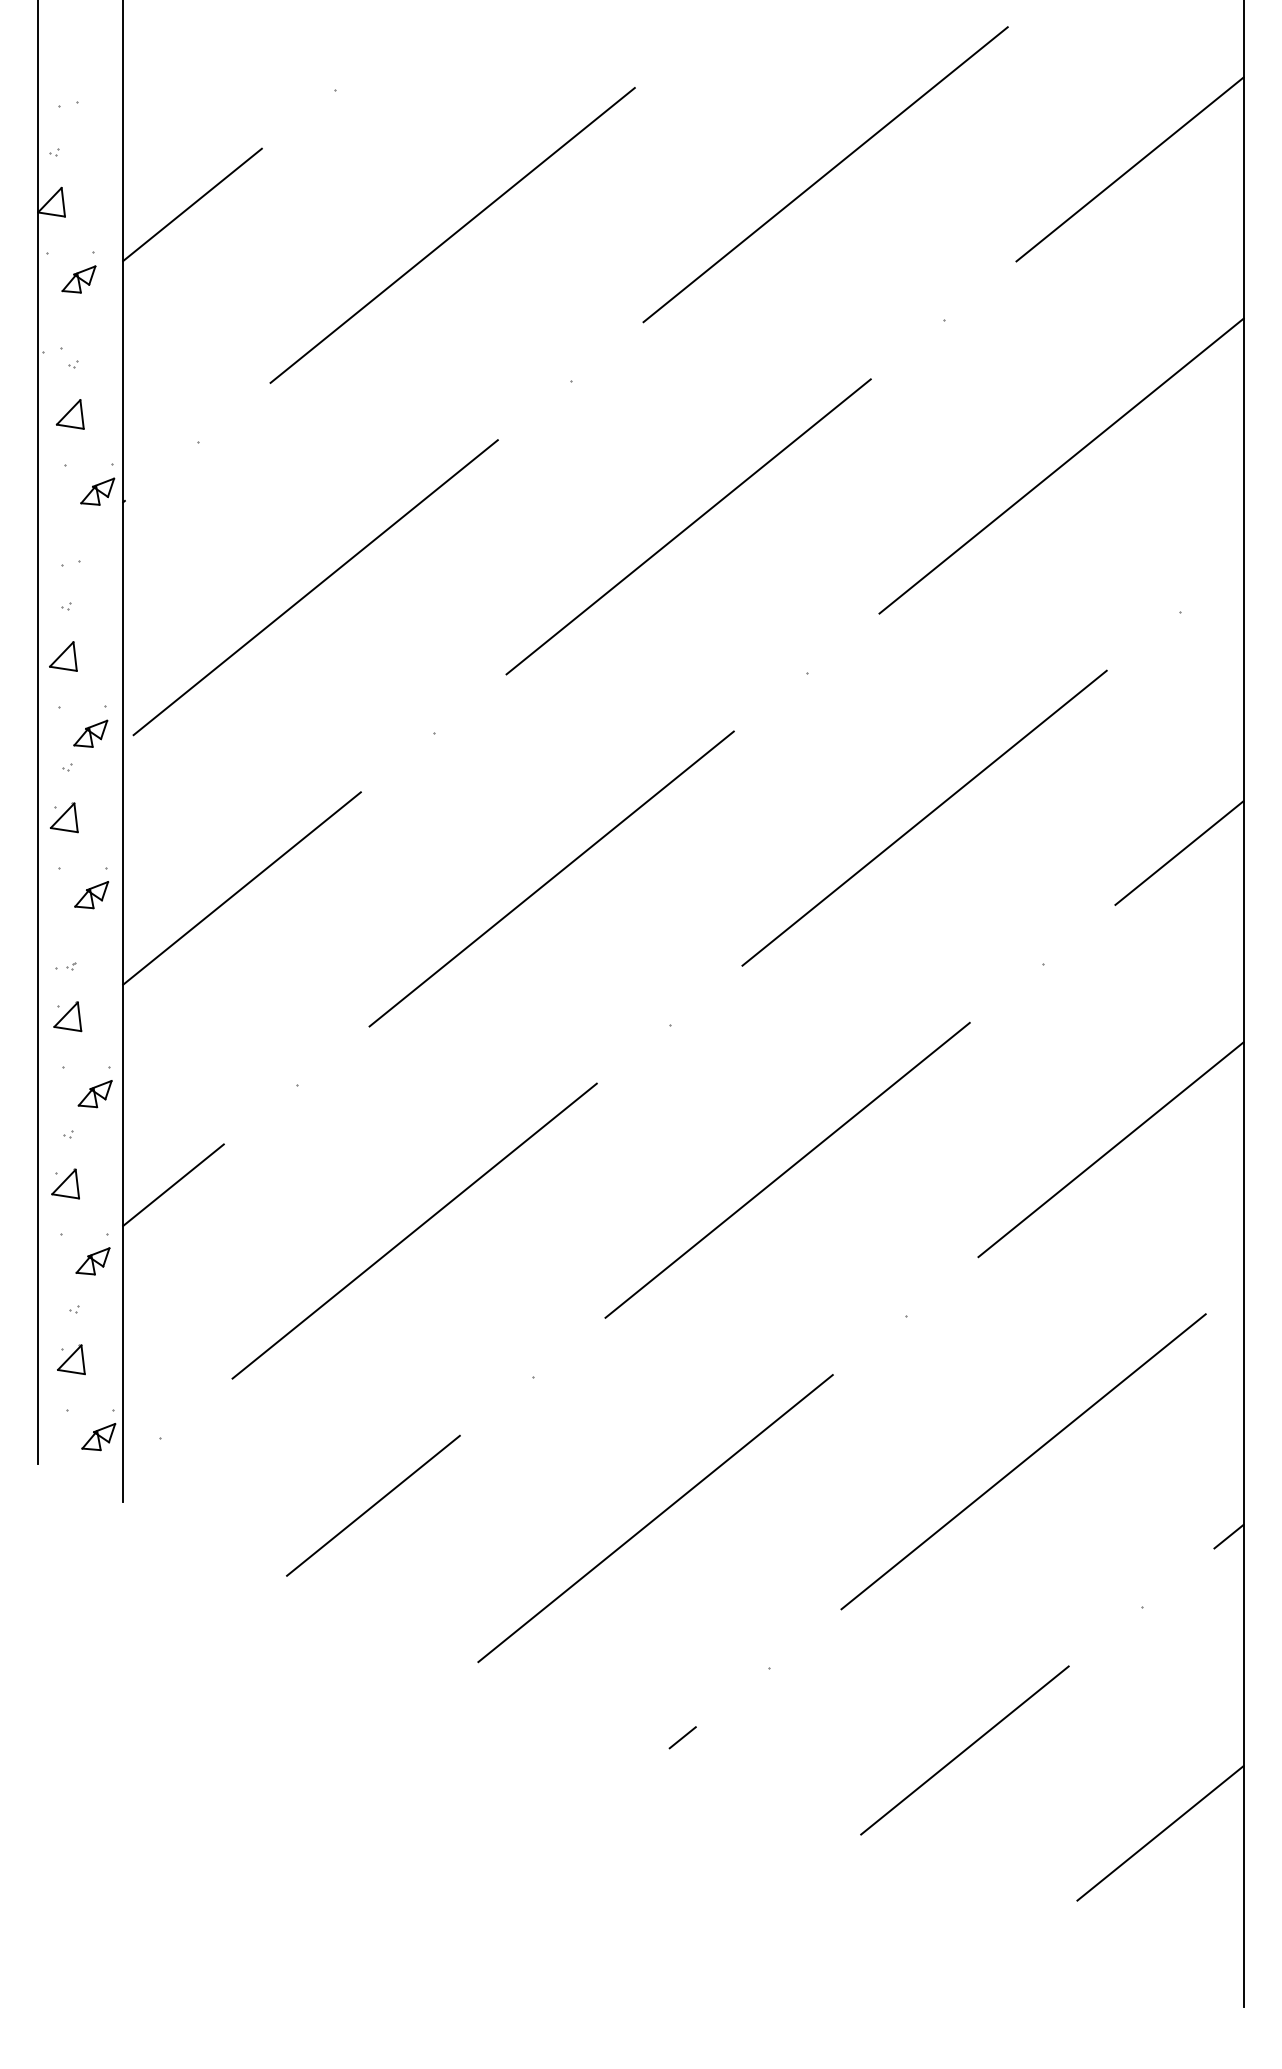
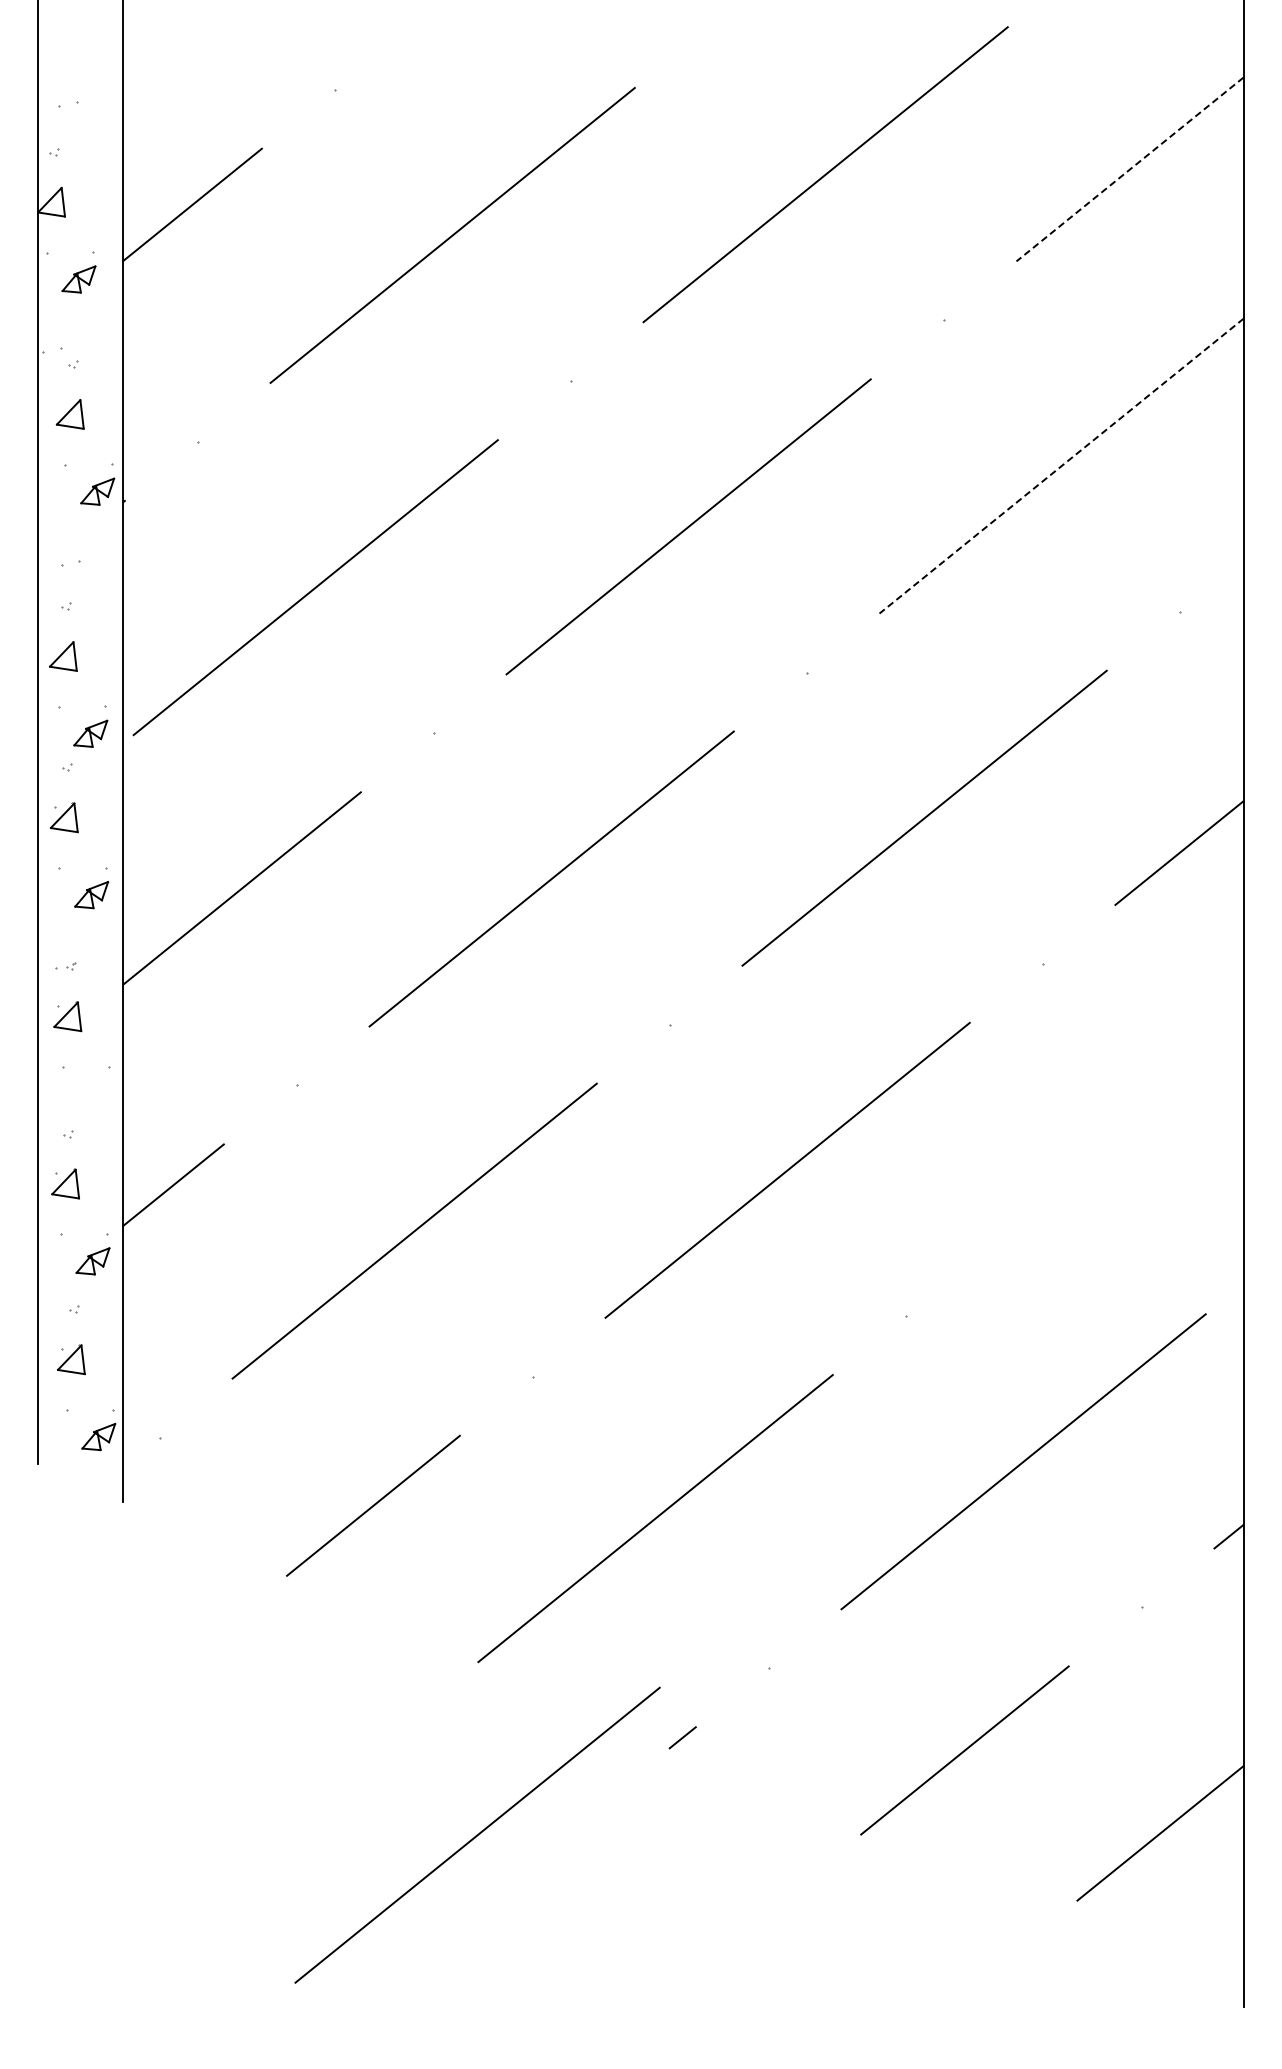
line at (1129, 169): solid -> dashed
line at (1061, 466): solid -> dashed
part at (94, 1094): present -> none
line at (1110, 1149): present -> none
line at (477, 1834): none -> present
